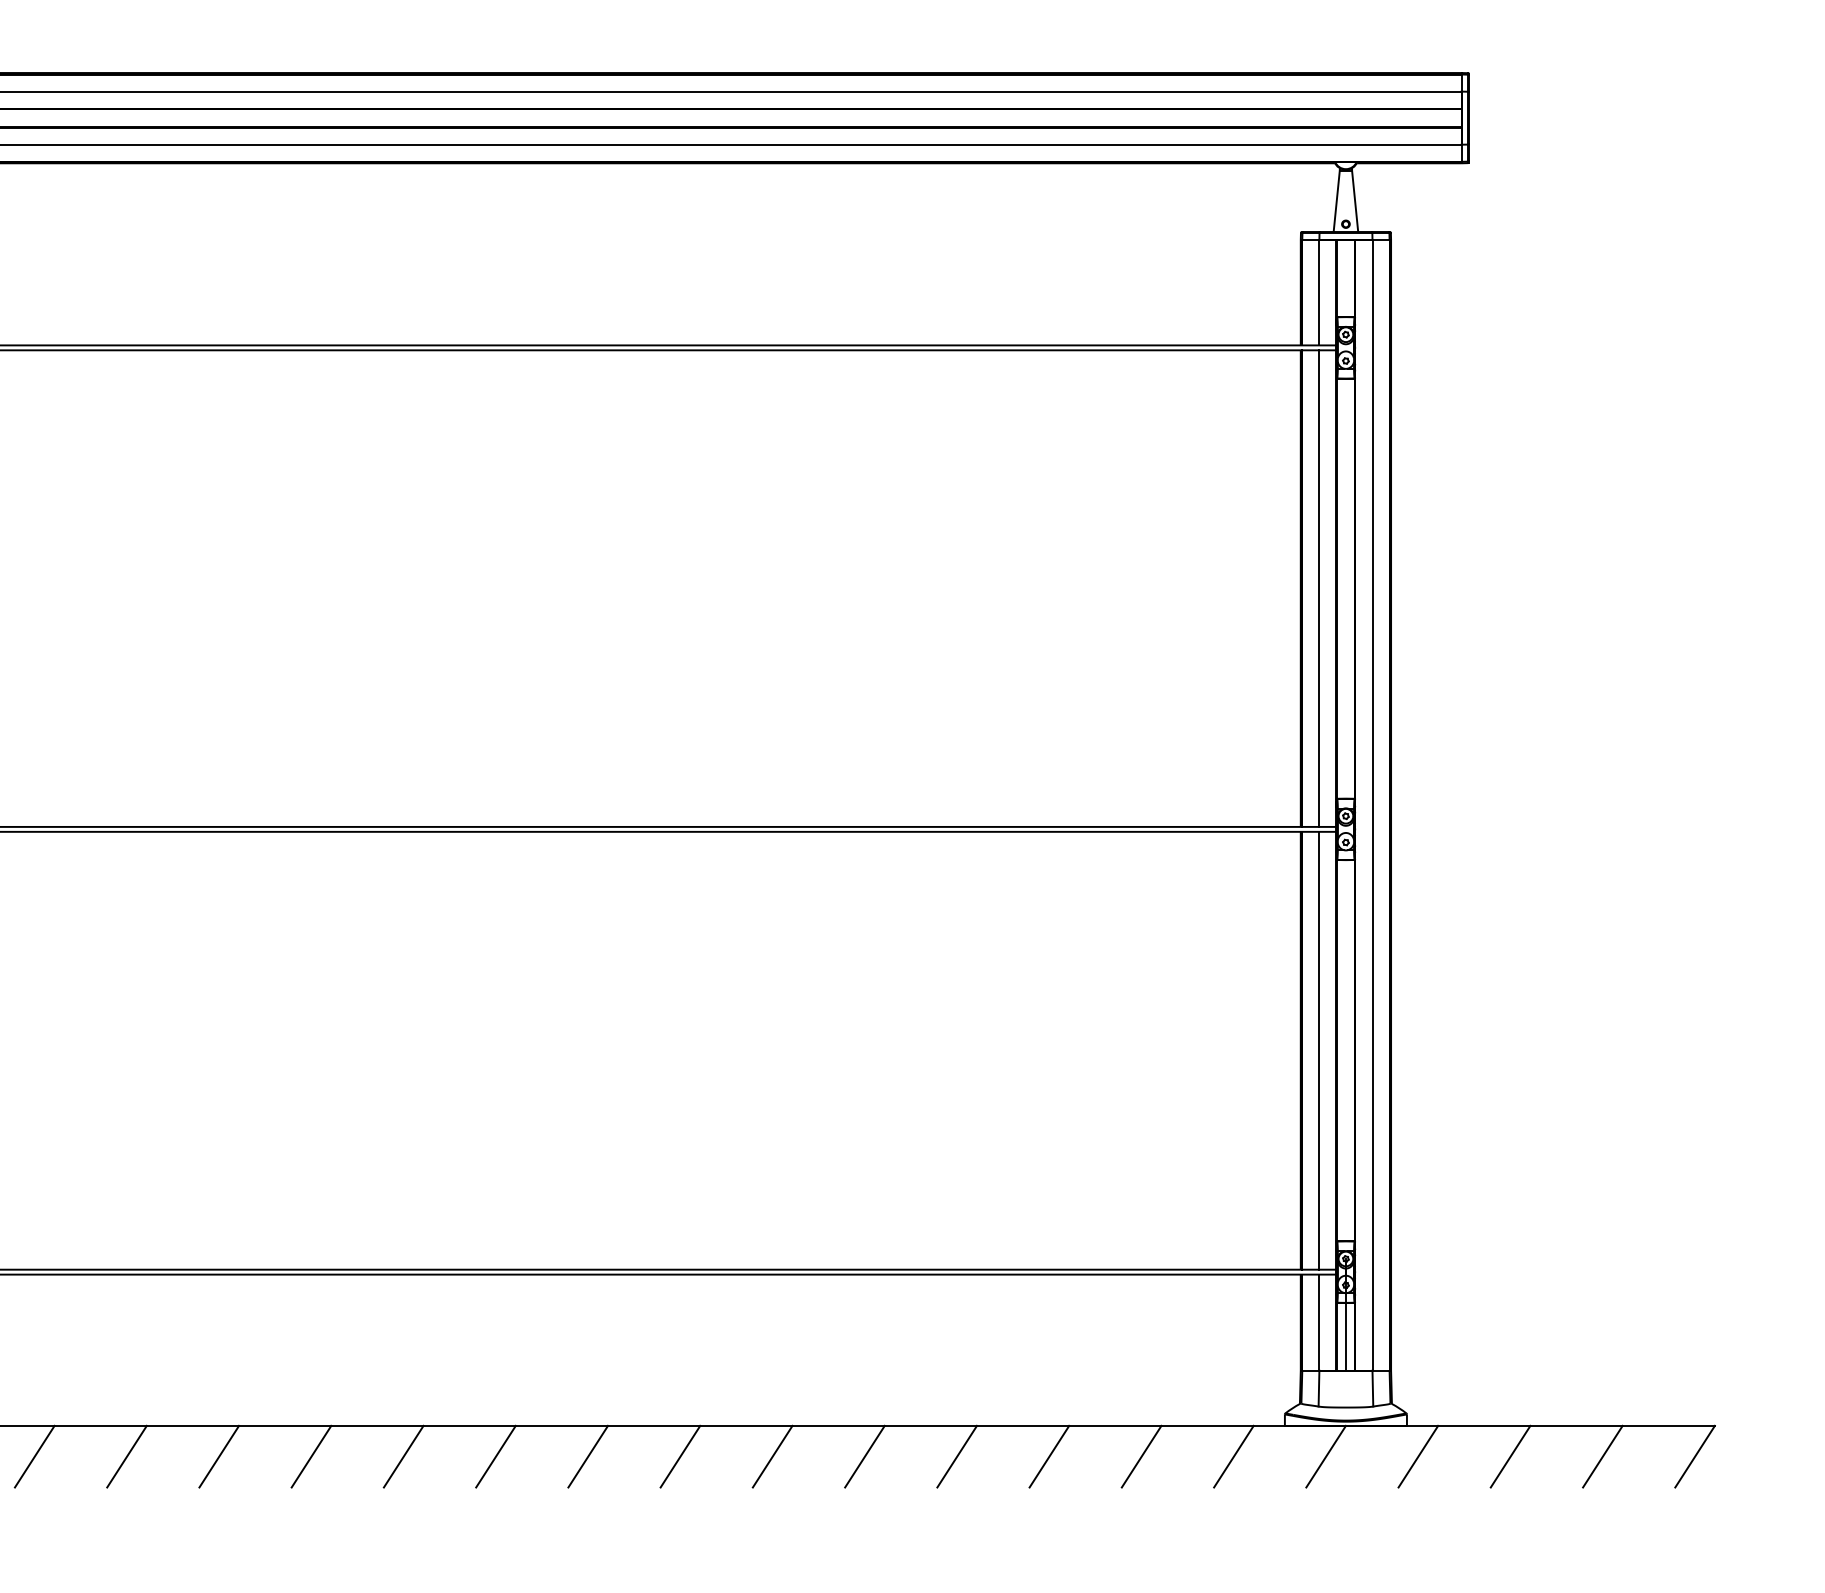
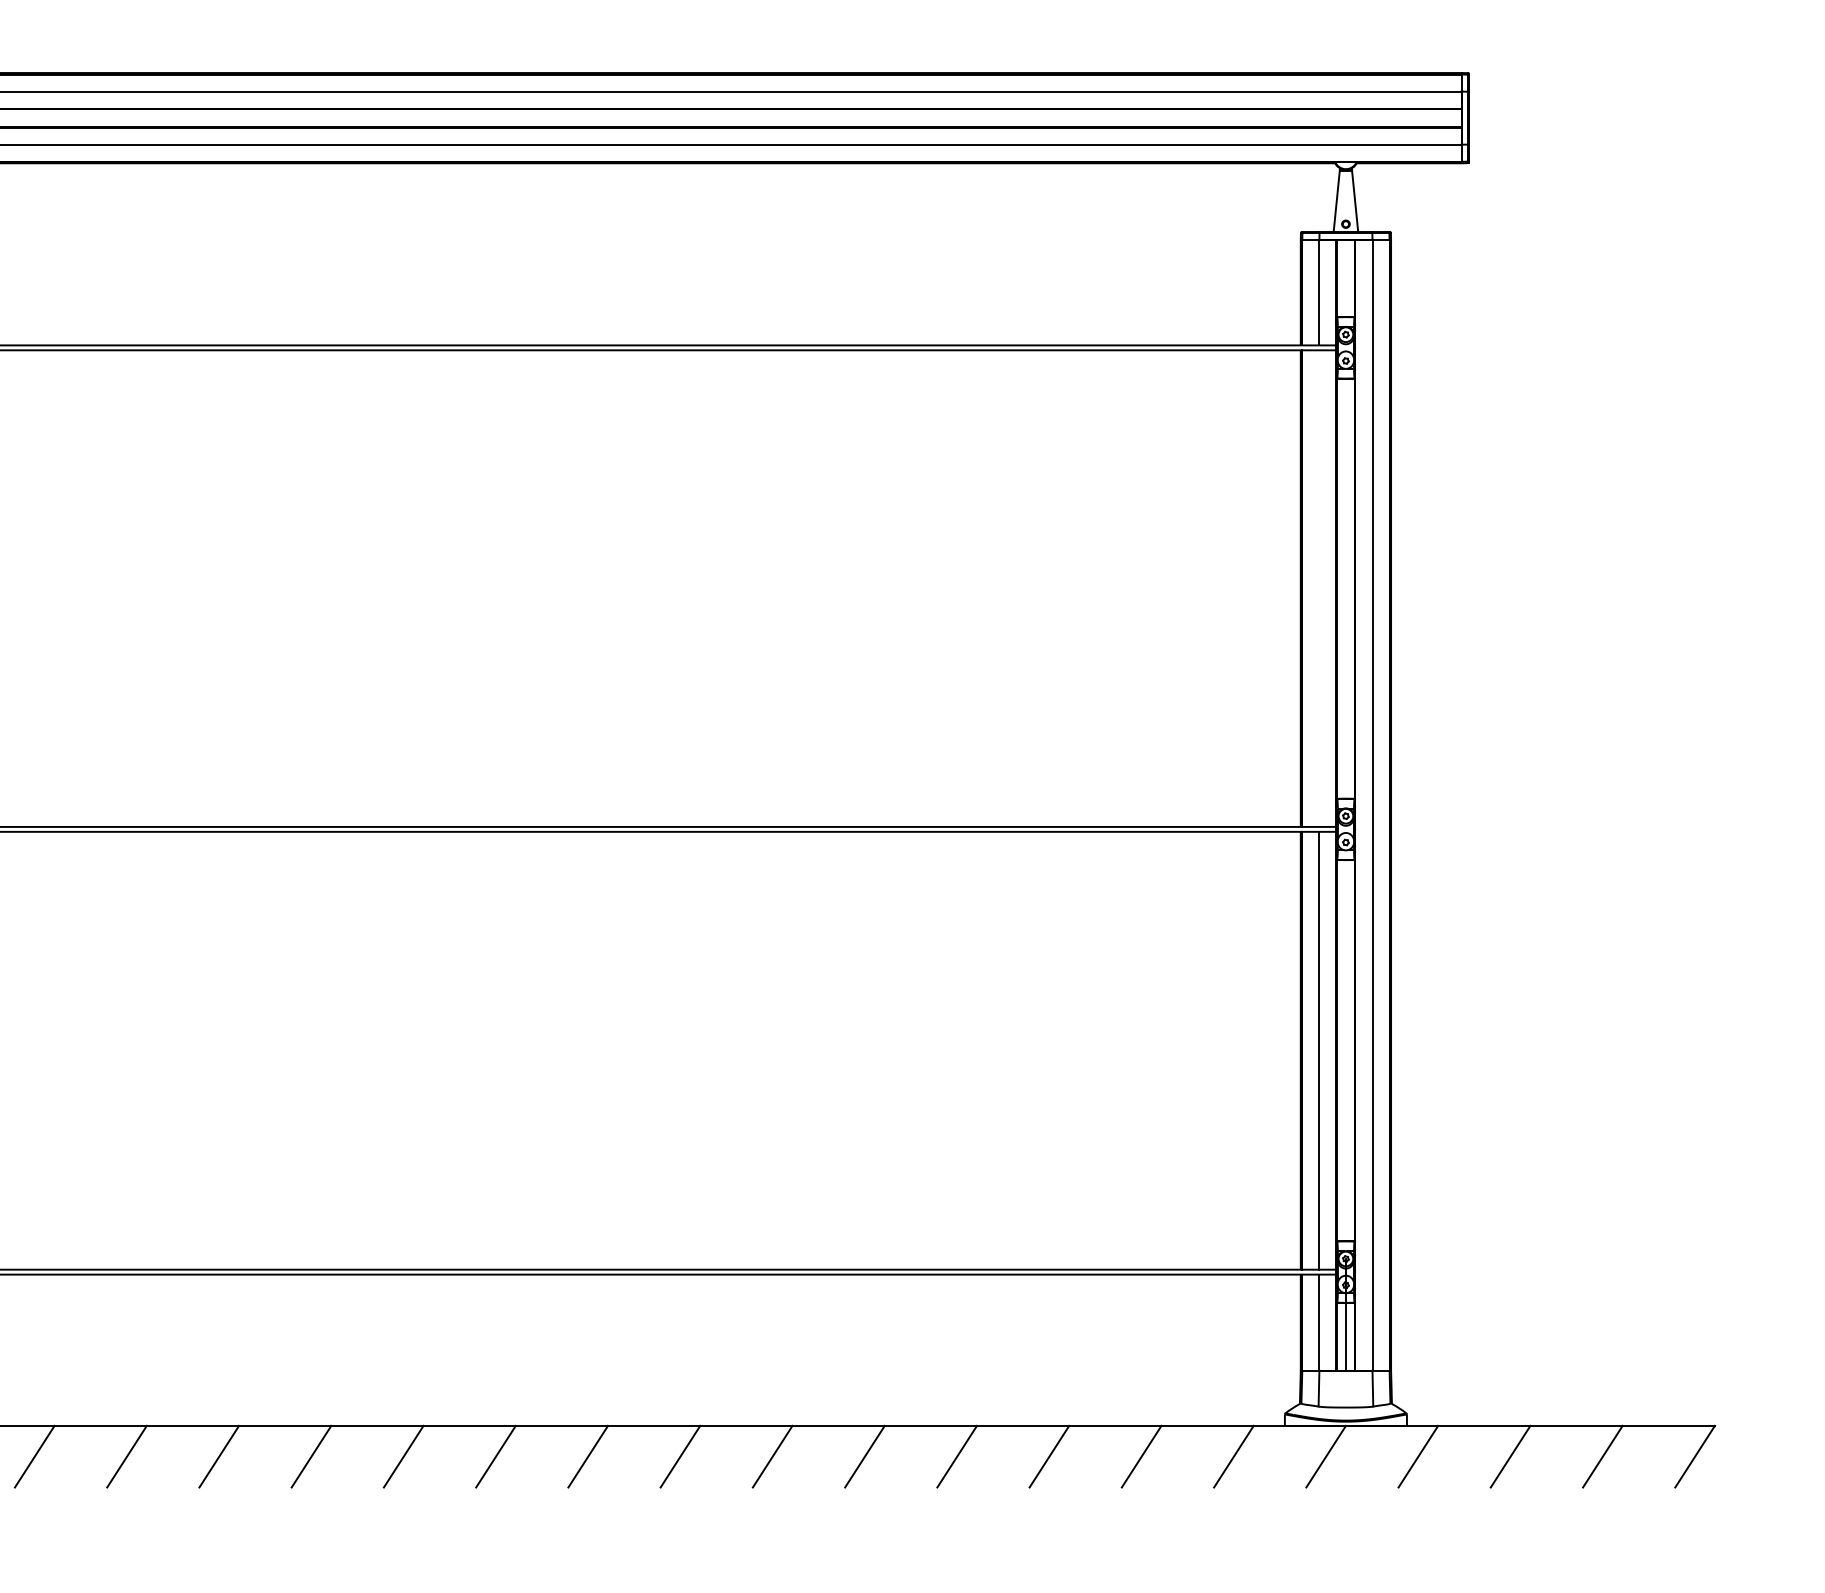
line at (1319, 588): present -> none
